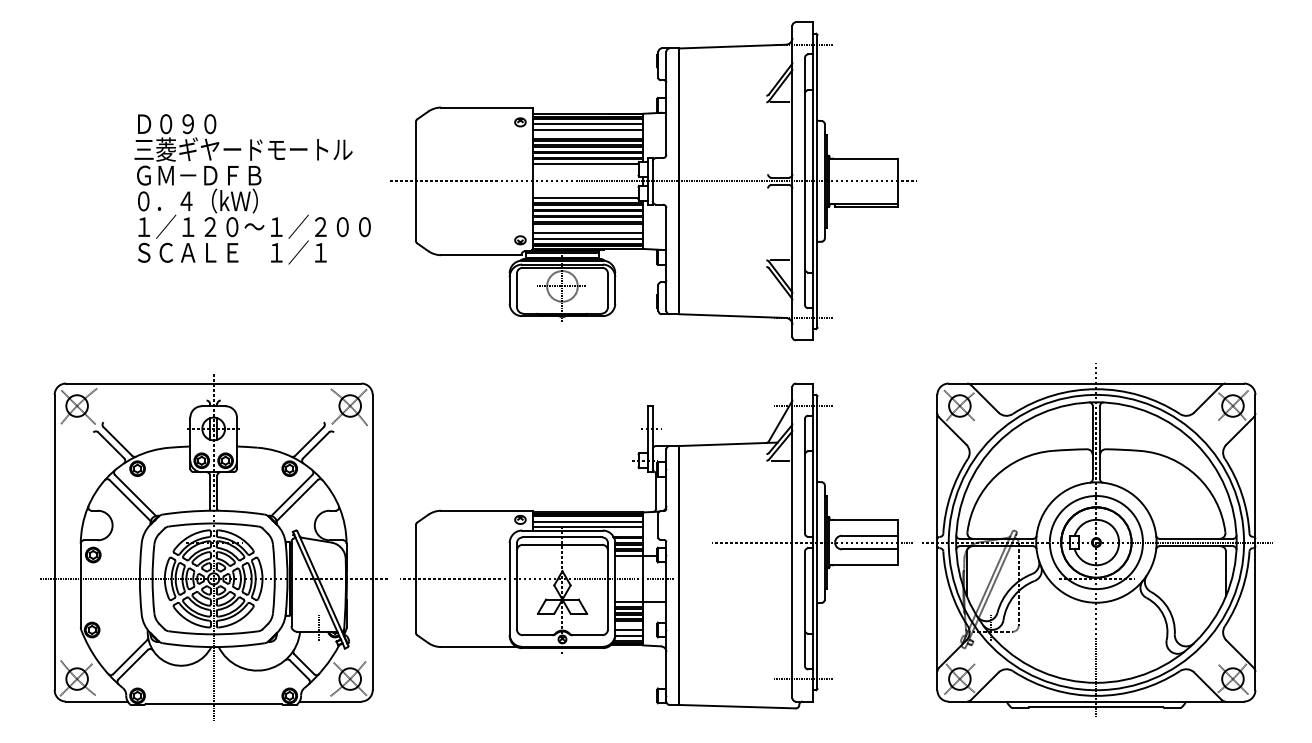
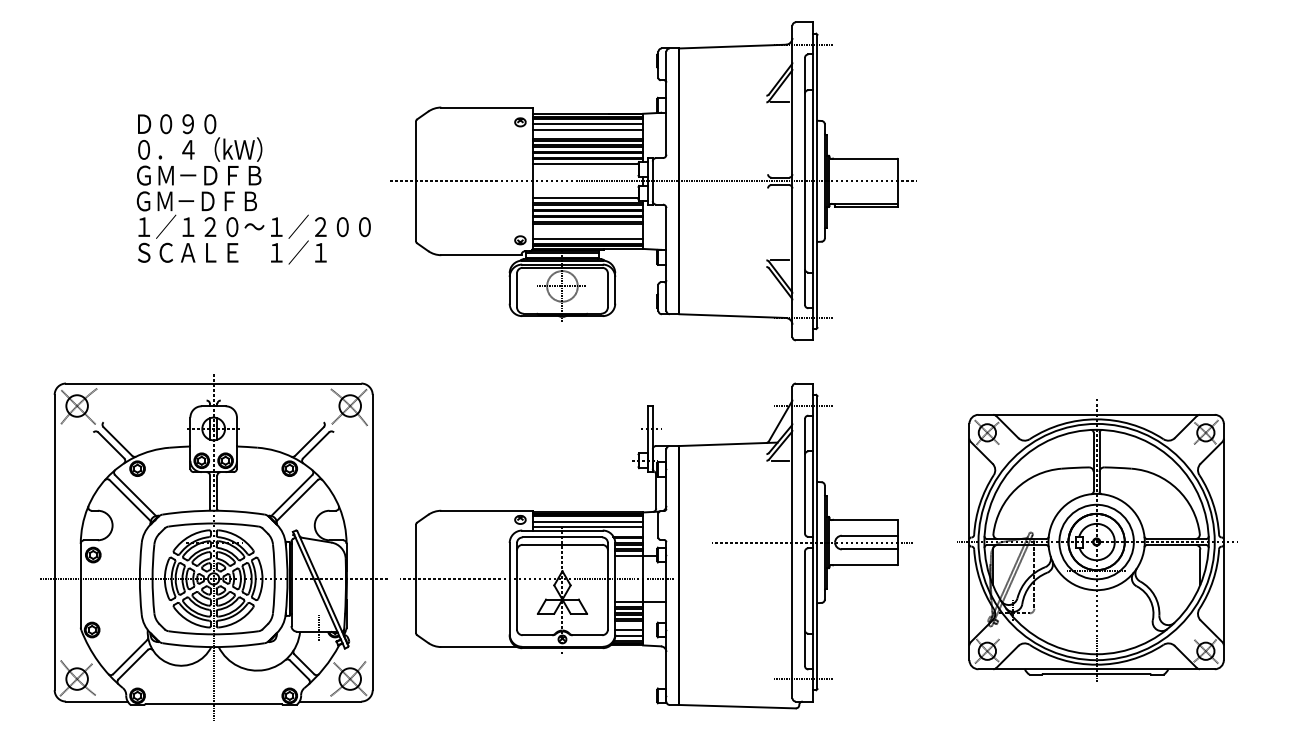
text at (243, 149): 三菱ギヤードモートル -> ０．４（kＷ）
text at (196, 200): ０．４（kＷ） -> ＧＭ－ＤＦＢ
line at (587, 232): present -> none
part at (1097, 539) size: 351x354 px -> 281x283 px
